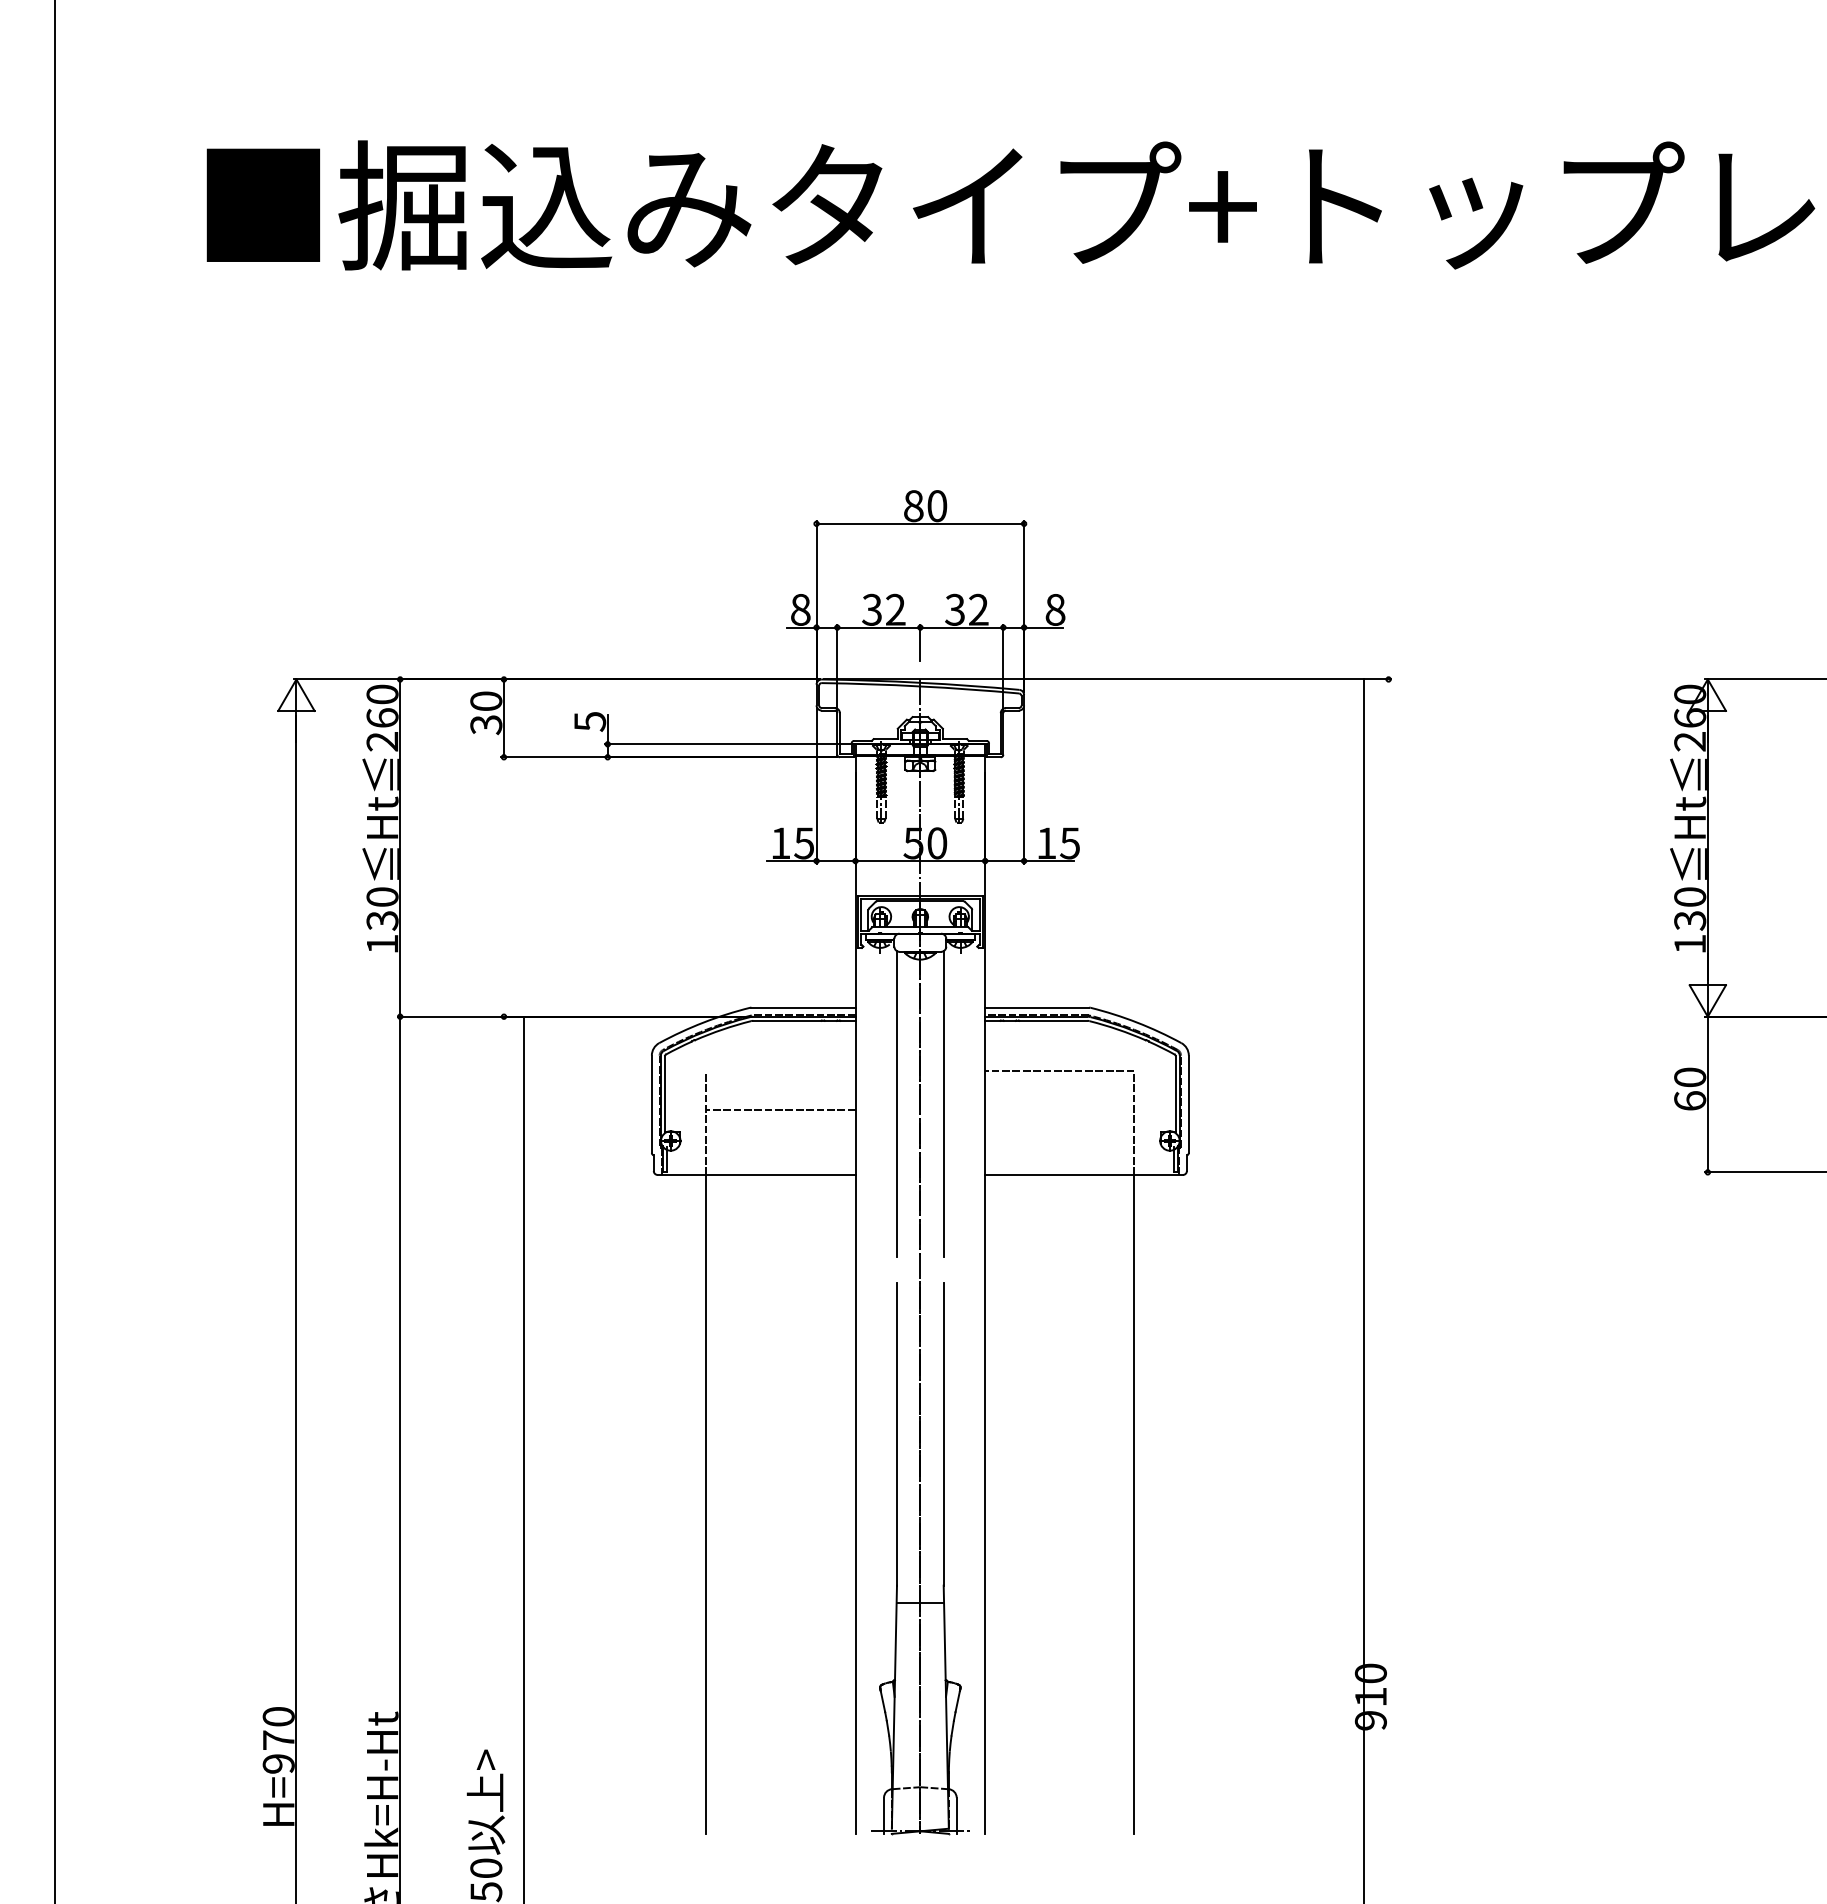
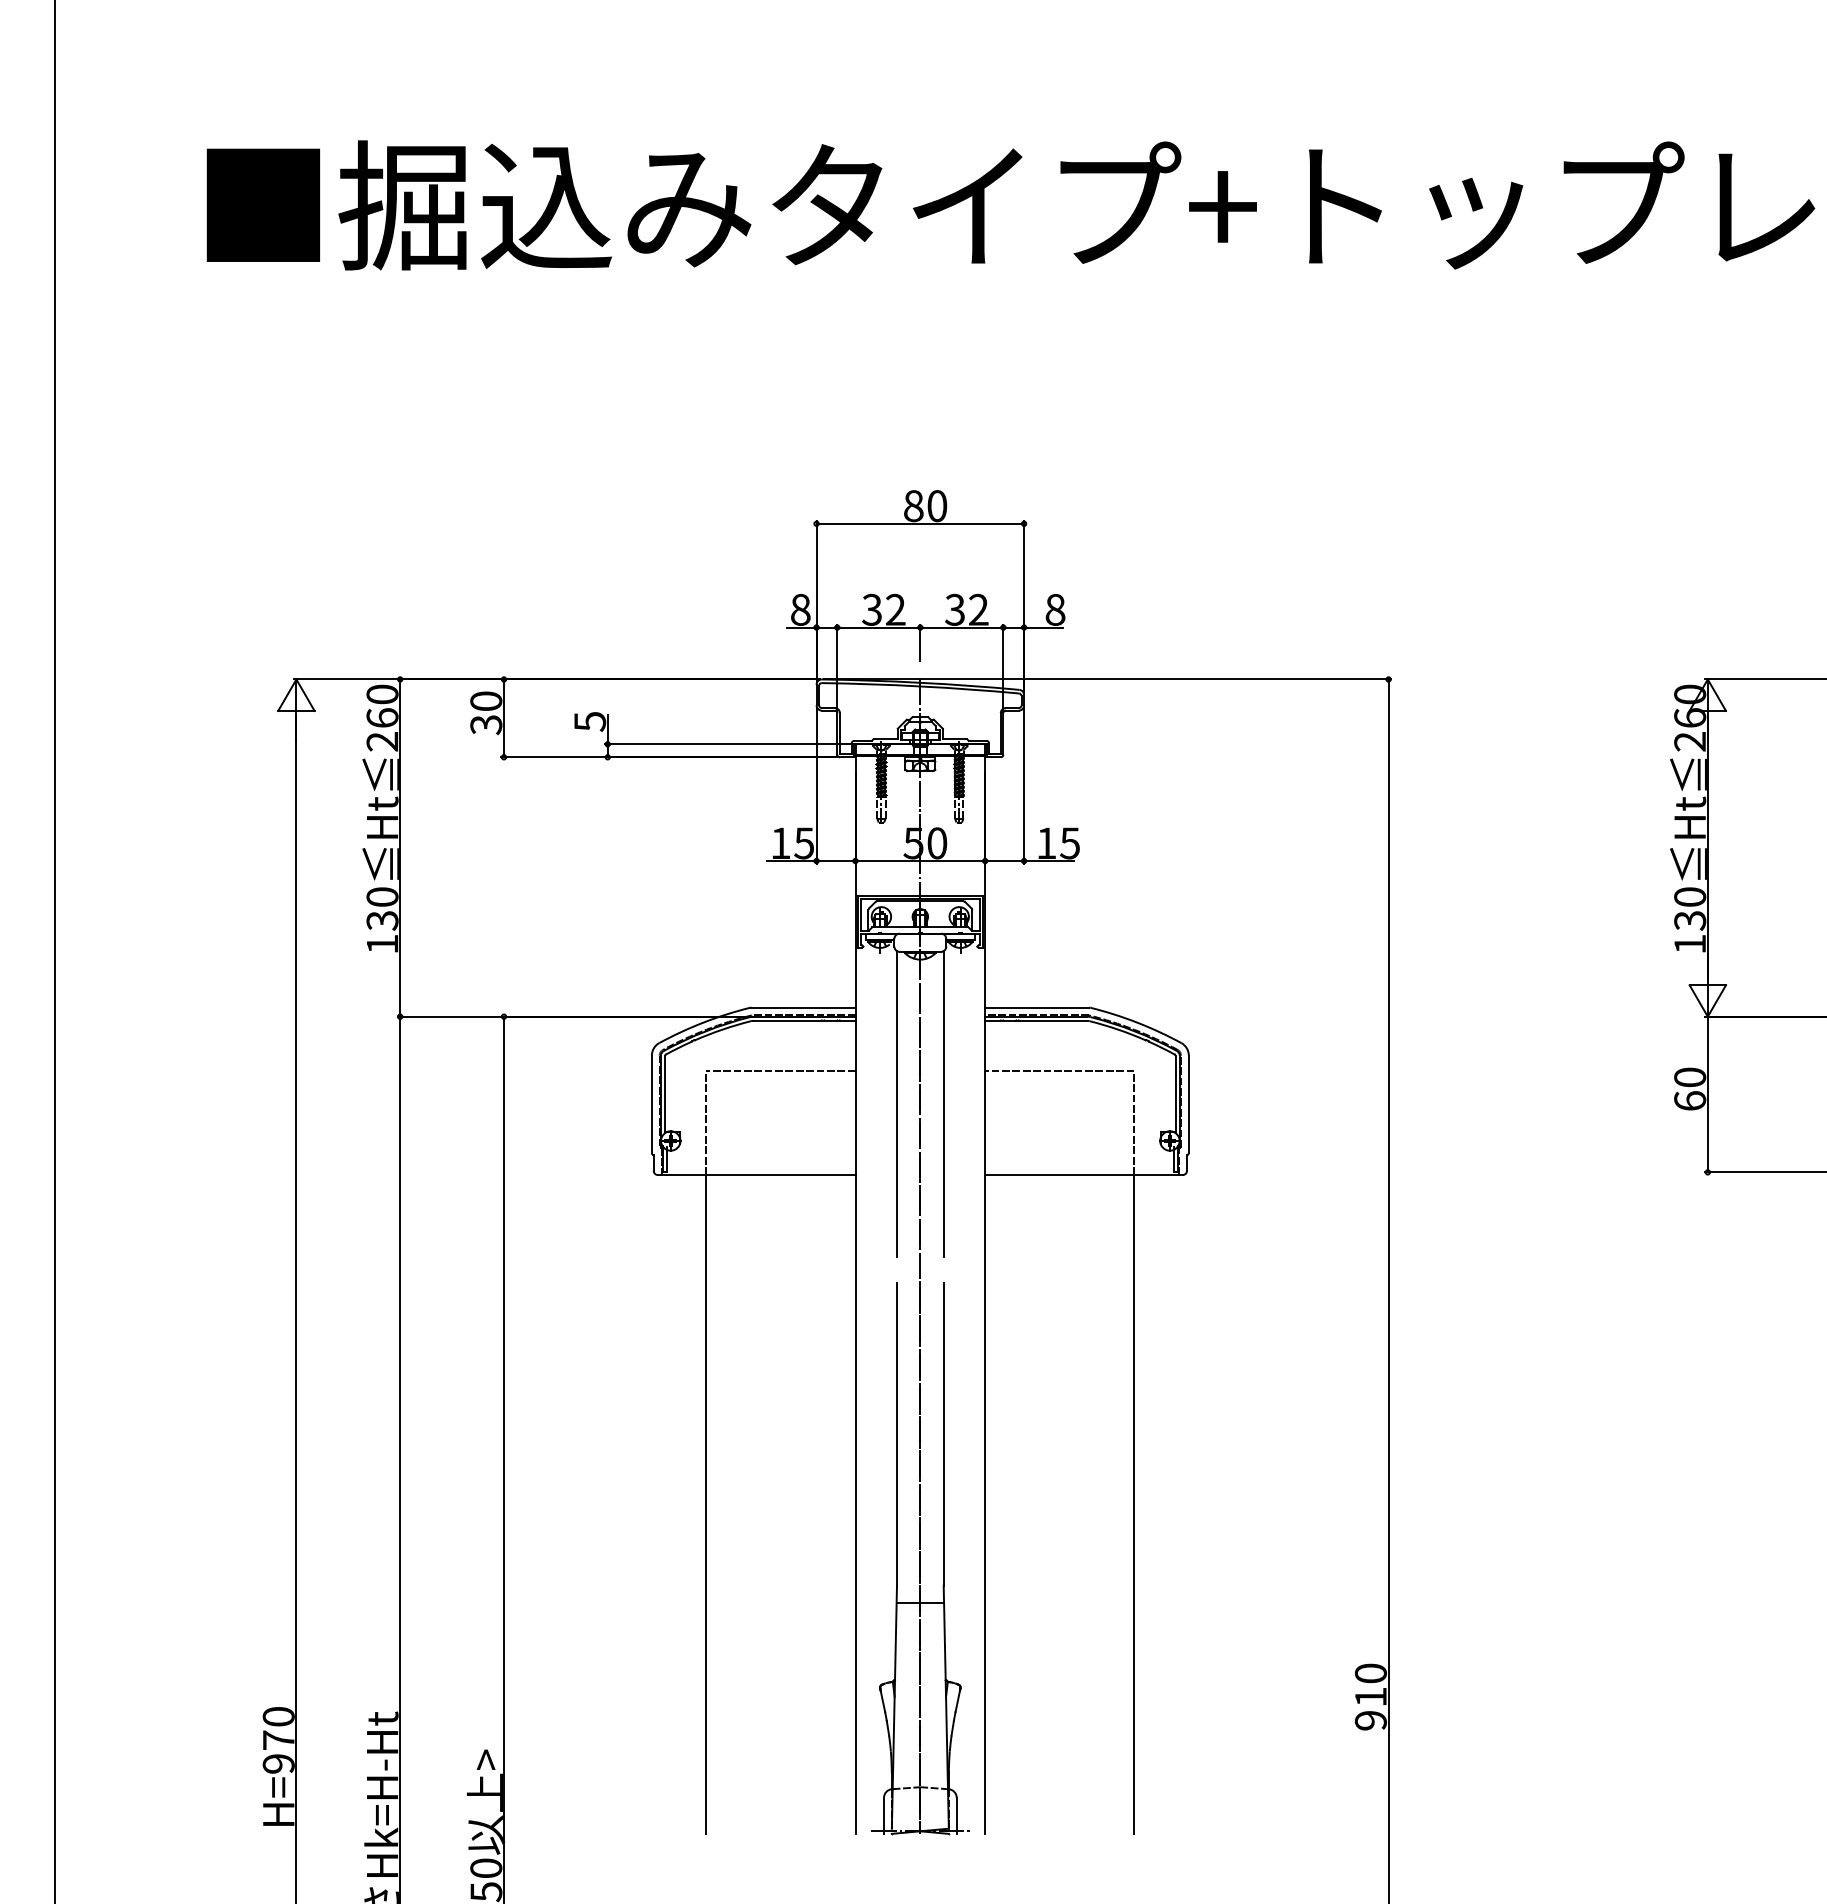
line at (780, 1110) position: (780, 1110) -> (780, 1071)
line at (1363, 1289) position: (1363, 1289) -> (1388, 1289)
line at (523, 1458) position: (523, 1458) -> (503, 1458)
